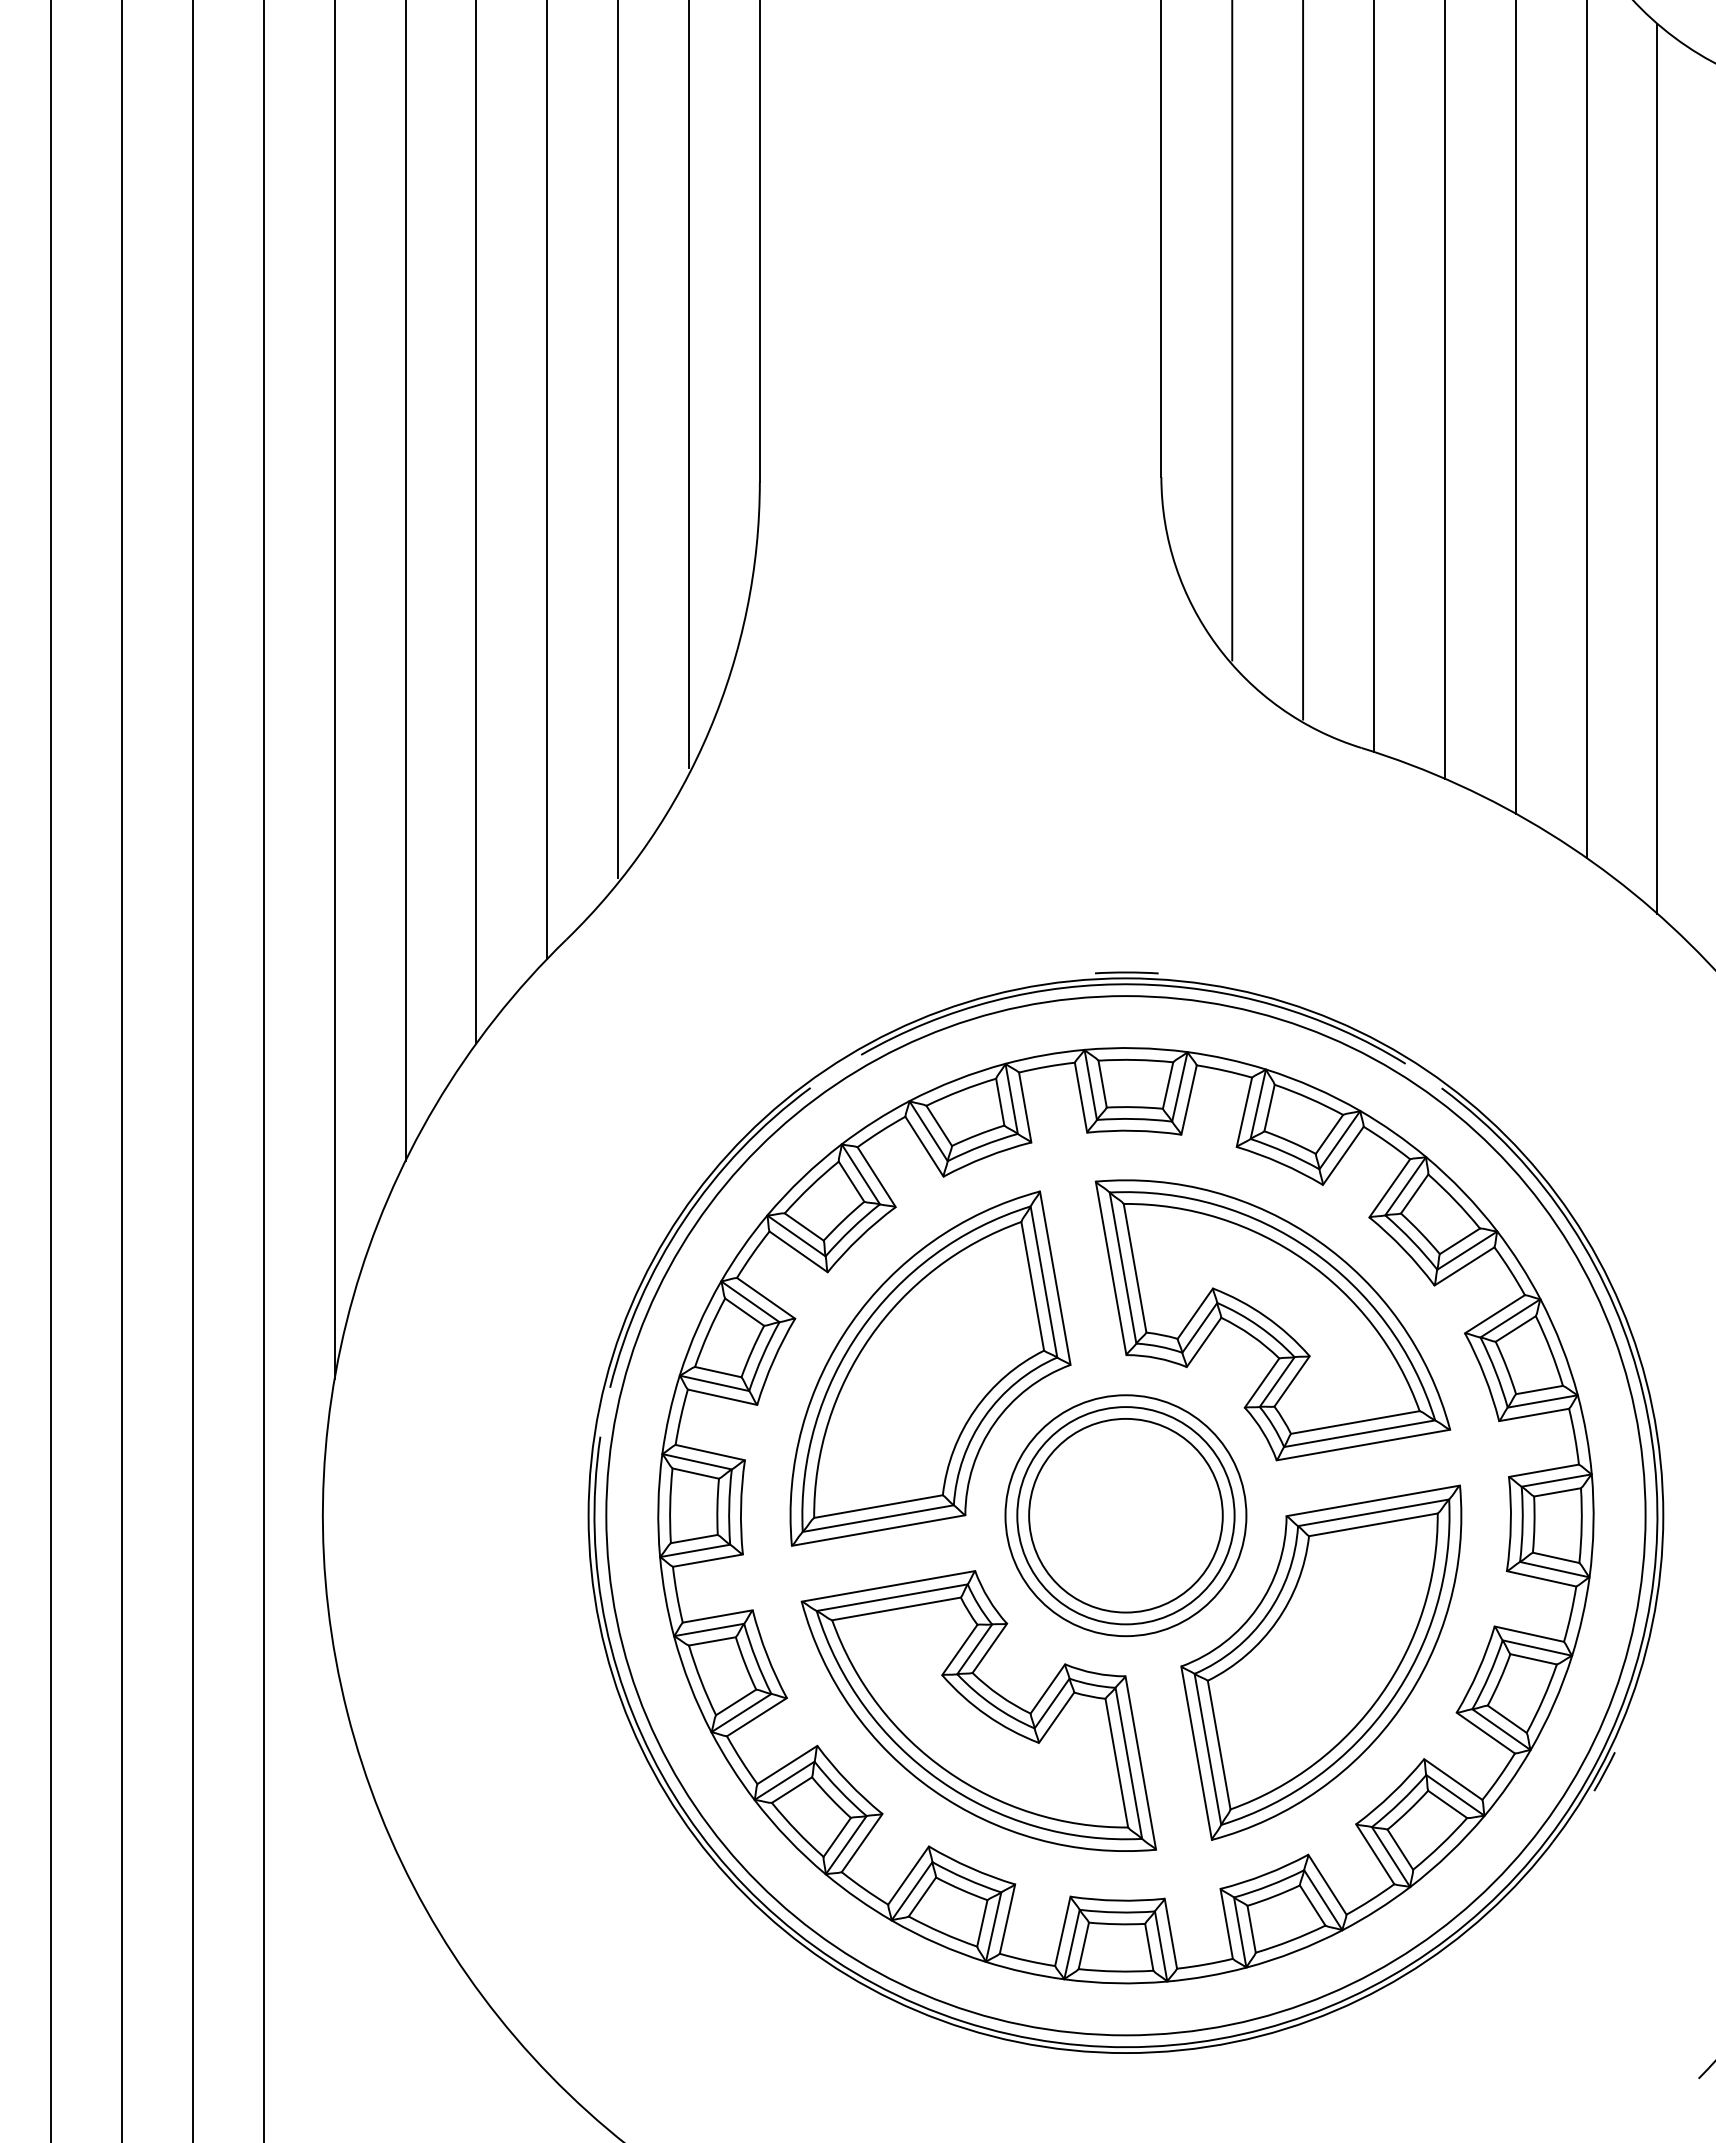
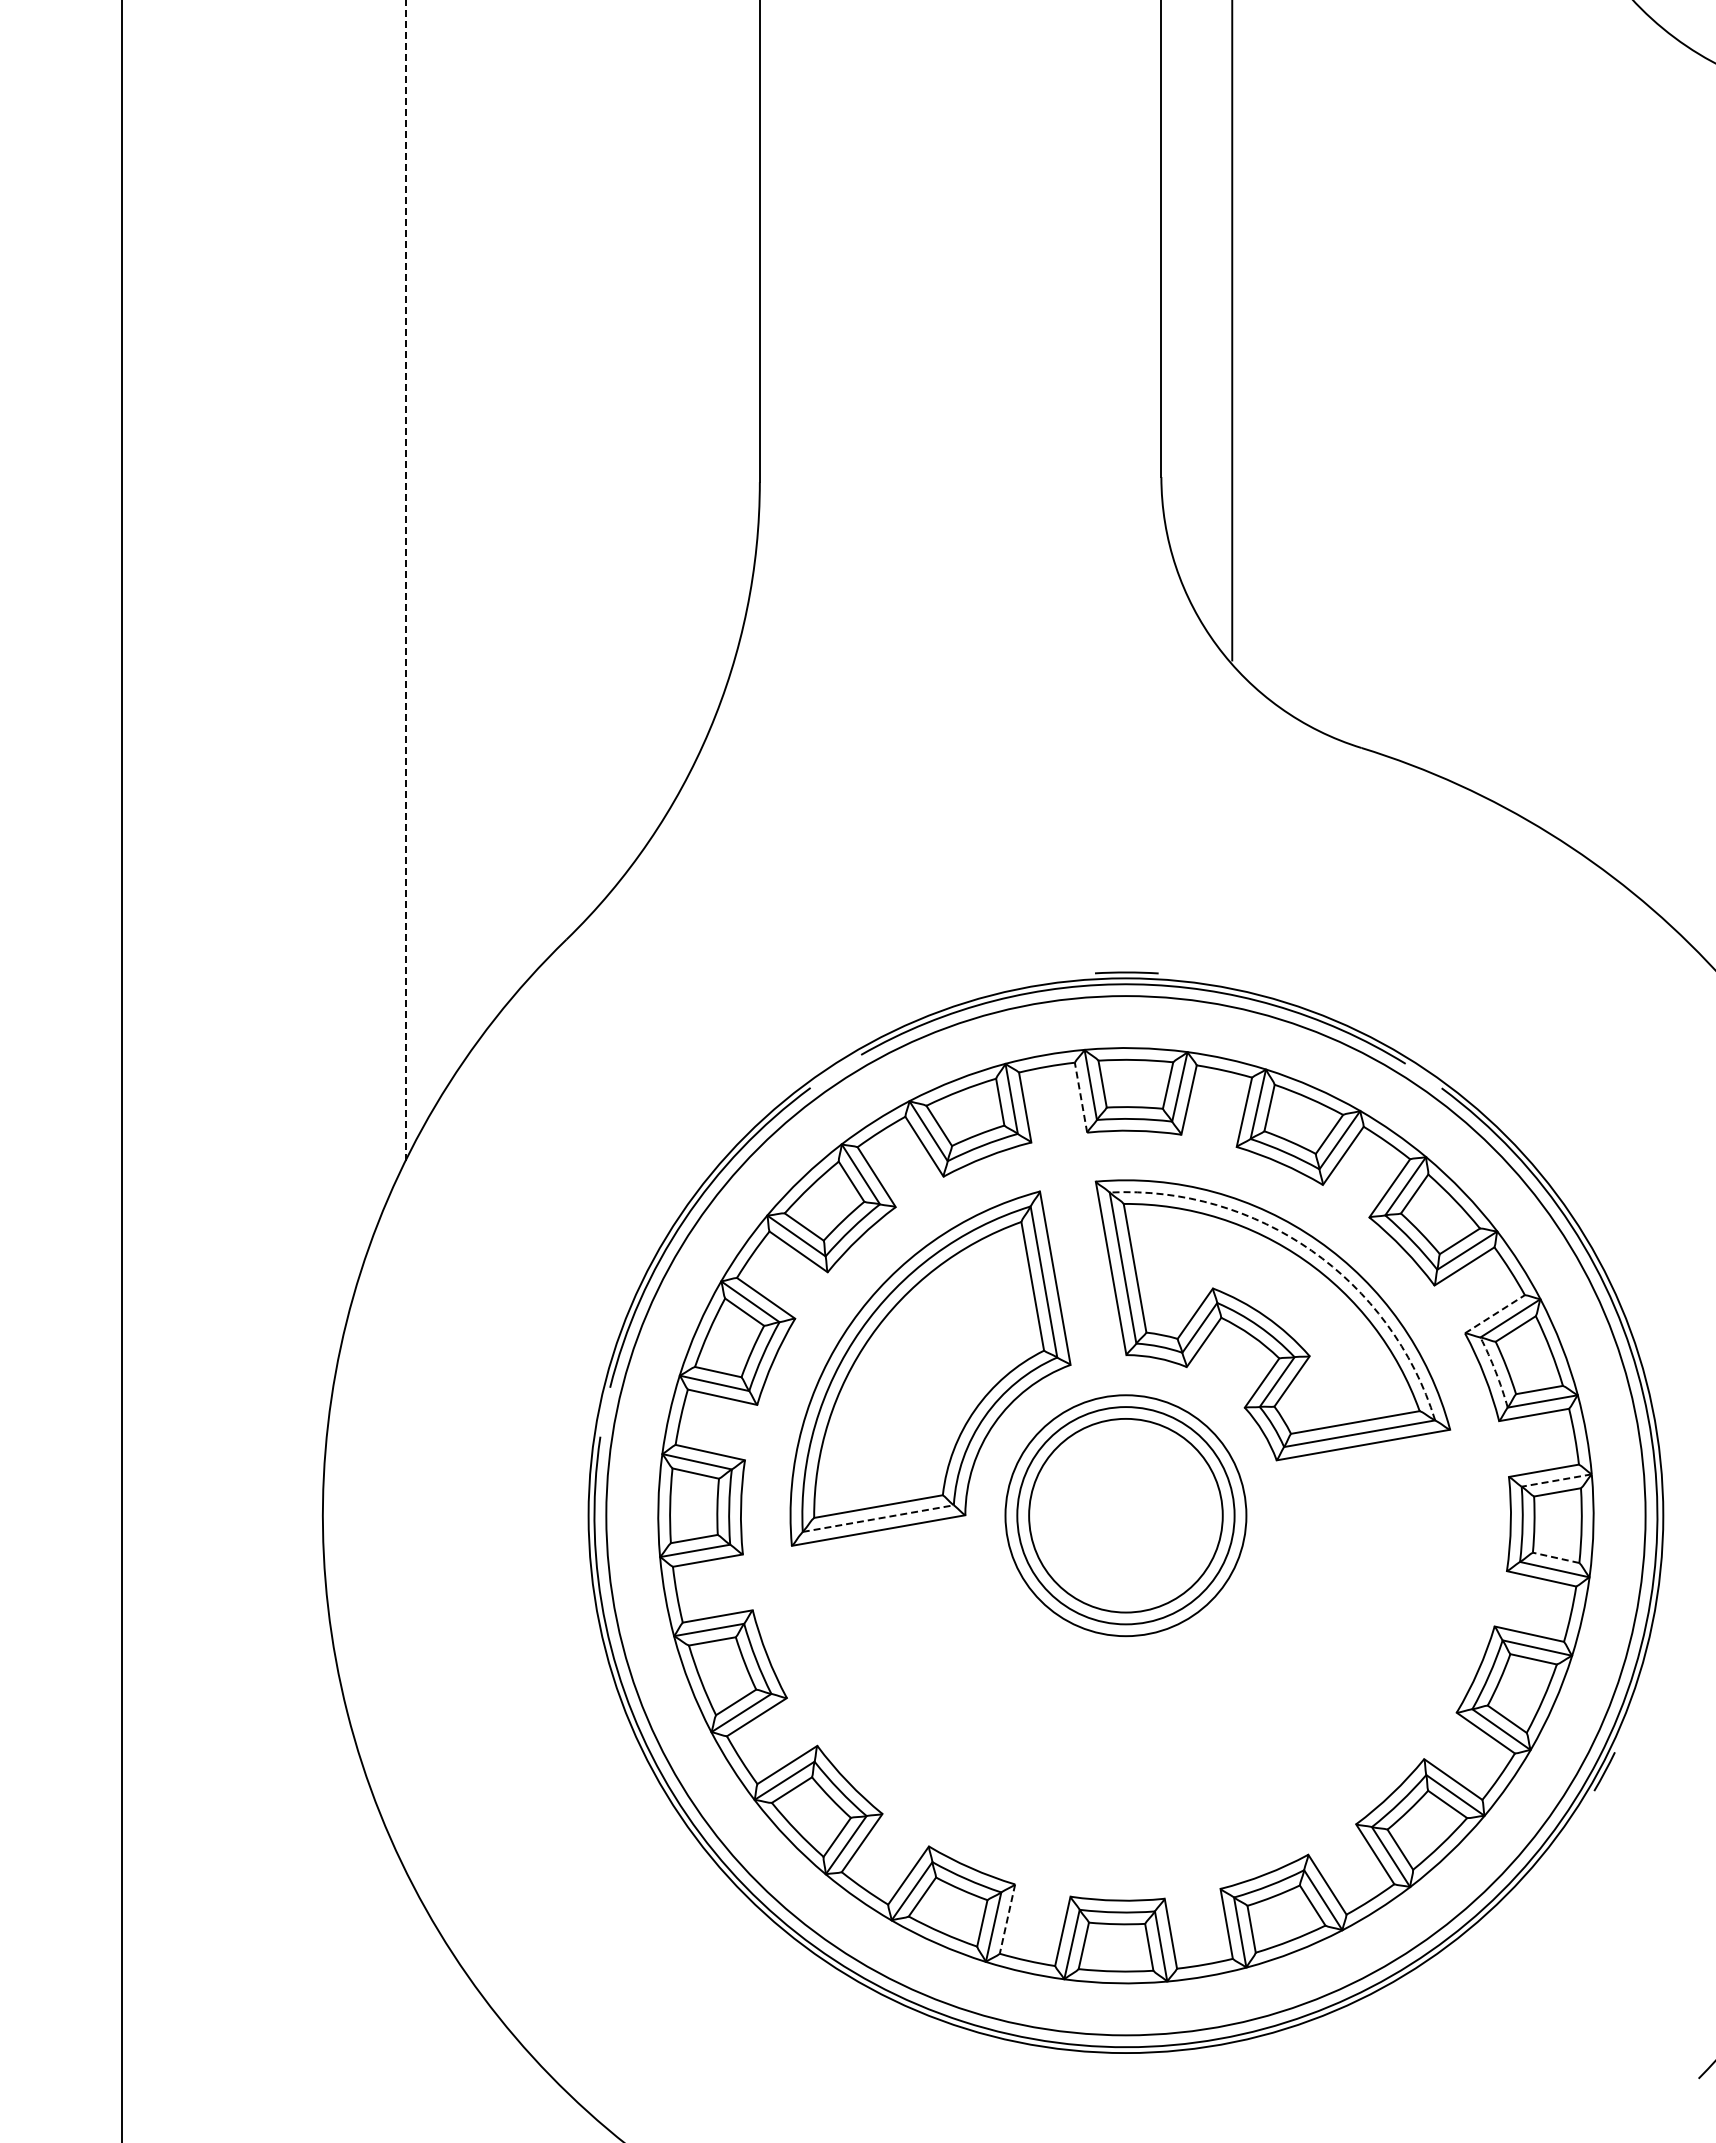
line at (1303, 360): present -> none
line at (1373, 376): present -> none
line at (689, 384): present -> none
line at (1444, 390): present -> none
line at (1515, 407): present -> none
line at (1586, 429): present -> none
line at (618, 440): present -> none
line at (1657, 468): present -> none
line at (547, 480): present -> none
line at (476, 522): present -> none
line at (405, 580): solid -> dashed
line at (334, 690): present -> none
line at (51, 1070): present -> none
line at (192, 1070): present -> none
line at (263, 1070): present -> none
line at (1081, 1097): solid -> dashed
arc at (1311, 1250): solid -> dashed
line at (1494, 1314): solid -> dashed
arc at (1495, 1371): solid -> dashed
line at (1556, 1480): solid -> dashed
line at (878, 1518): solid -> dashed
line at (1556, 1557): solid -> dashed
part at (1321, 1662): present -> none
part at (978, 1710): present -> none
line at (1007, 1919): solid -> dashed
